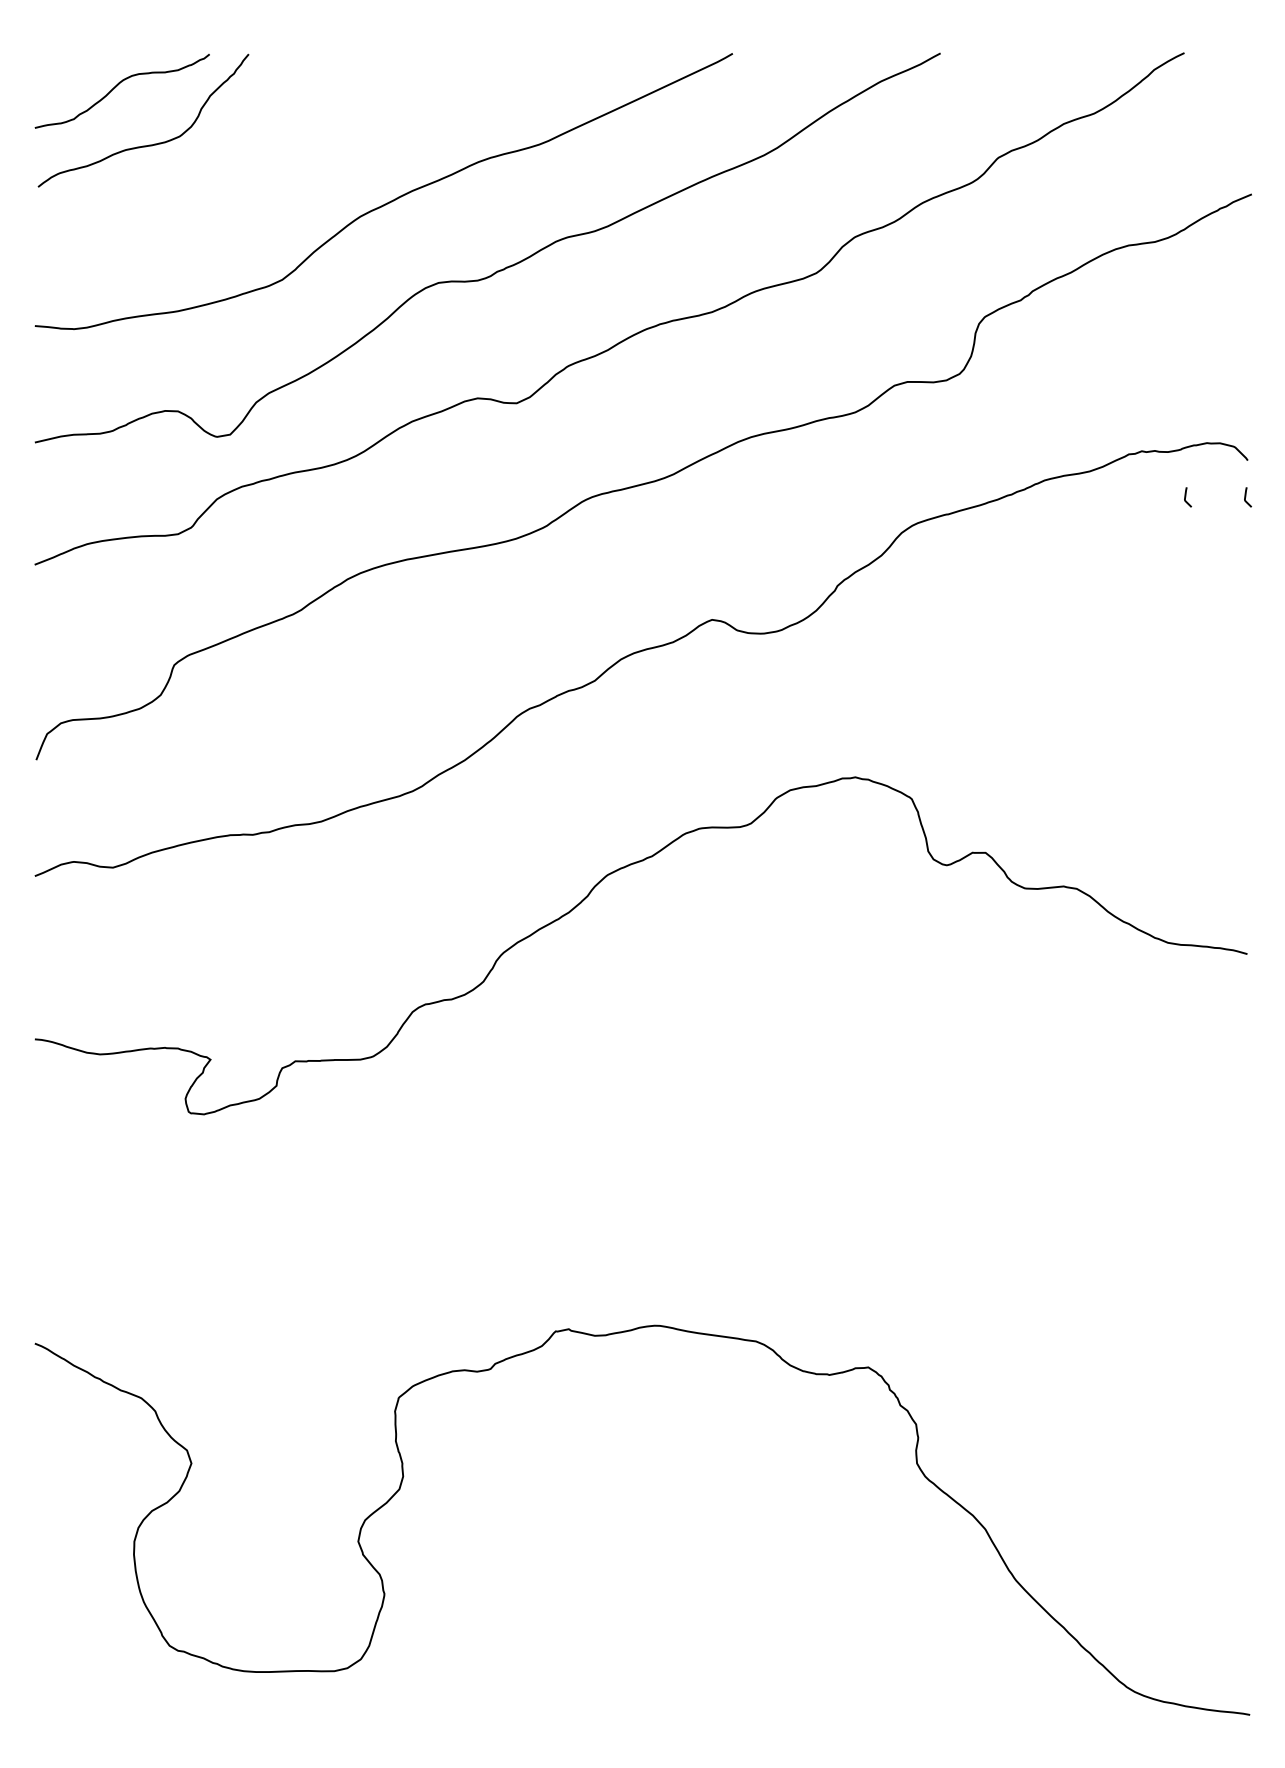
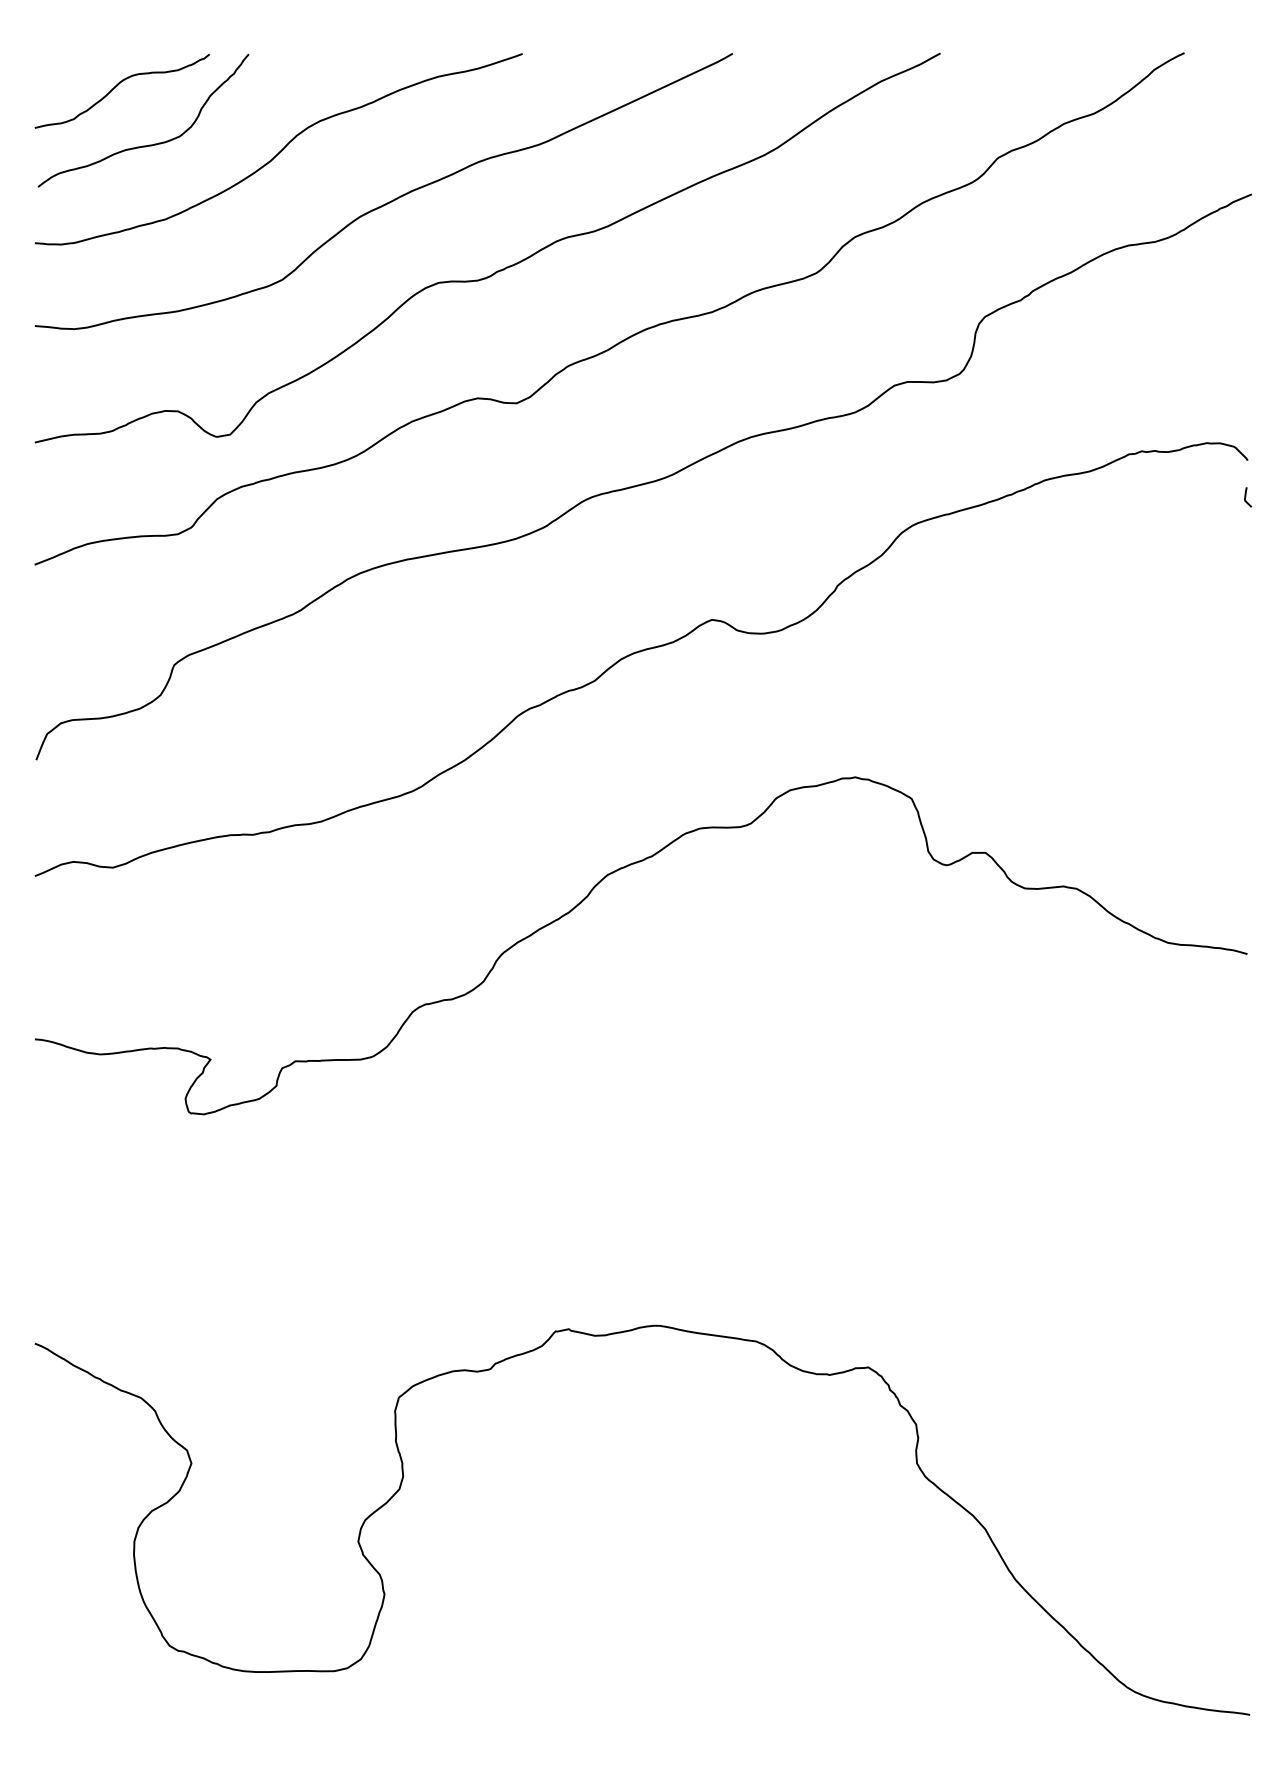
curve at (280, 150): none -> present
curve at (1186, 497): present -> none
